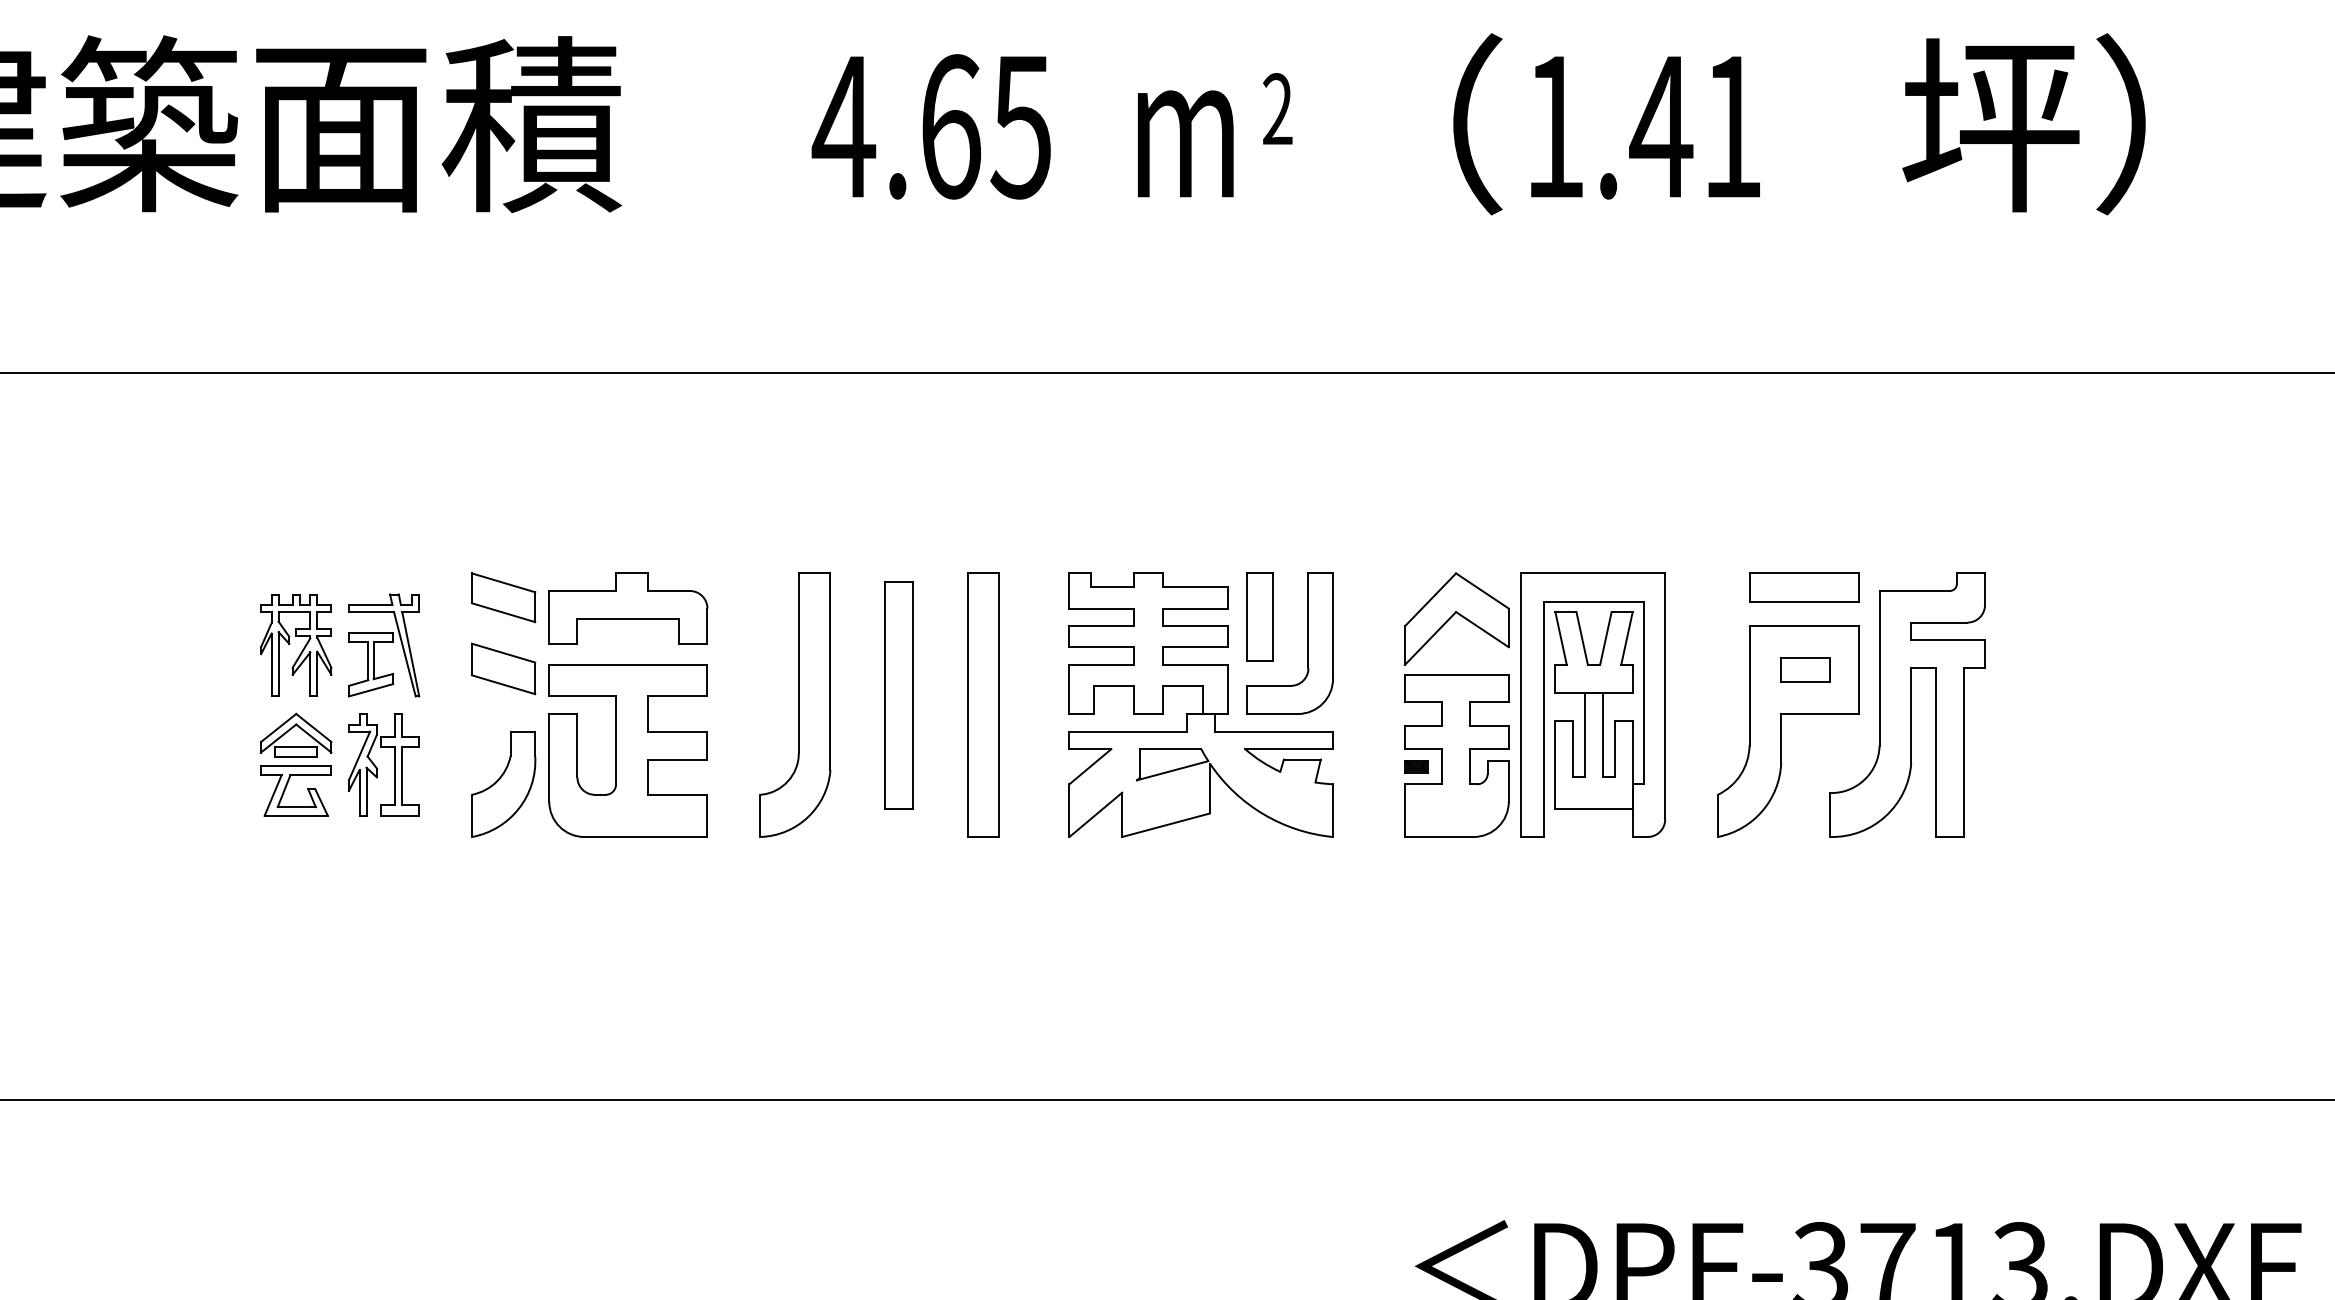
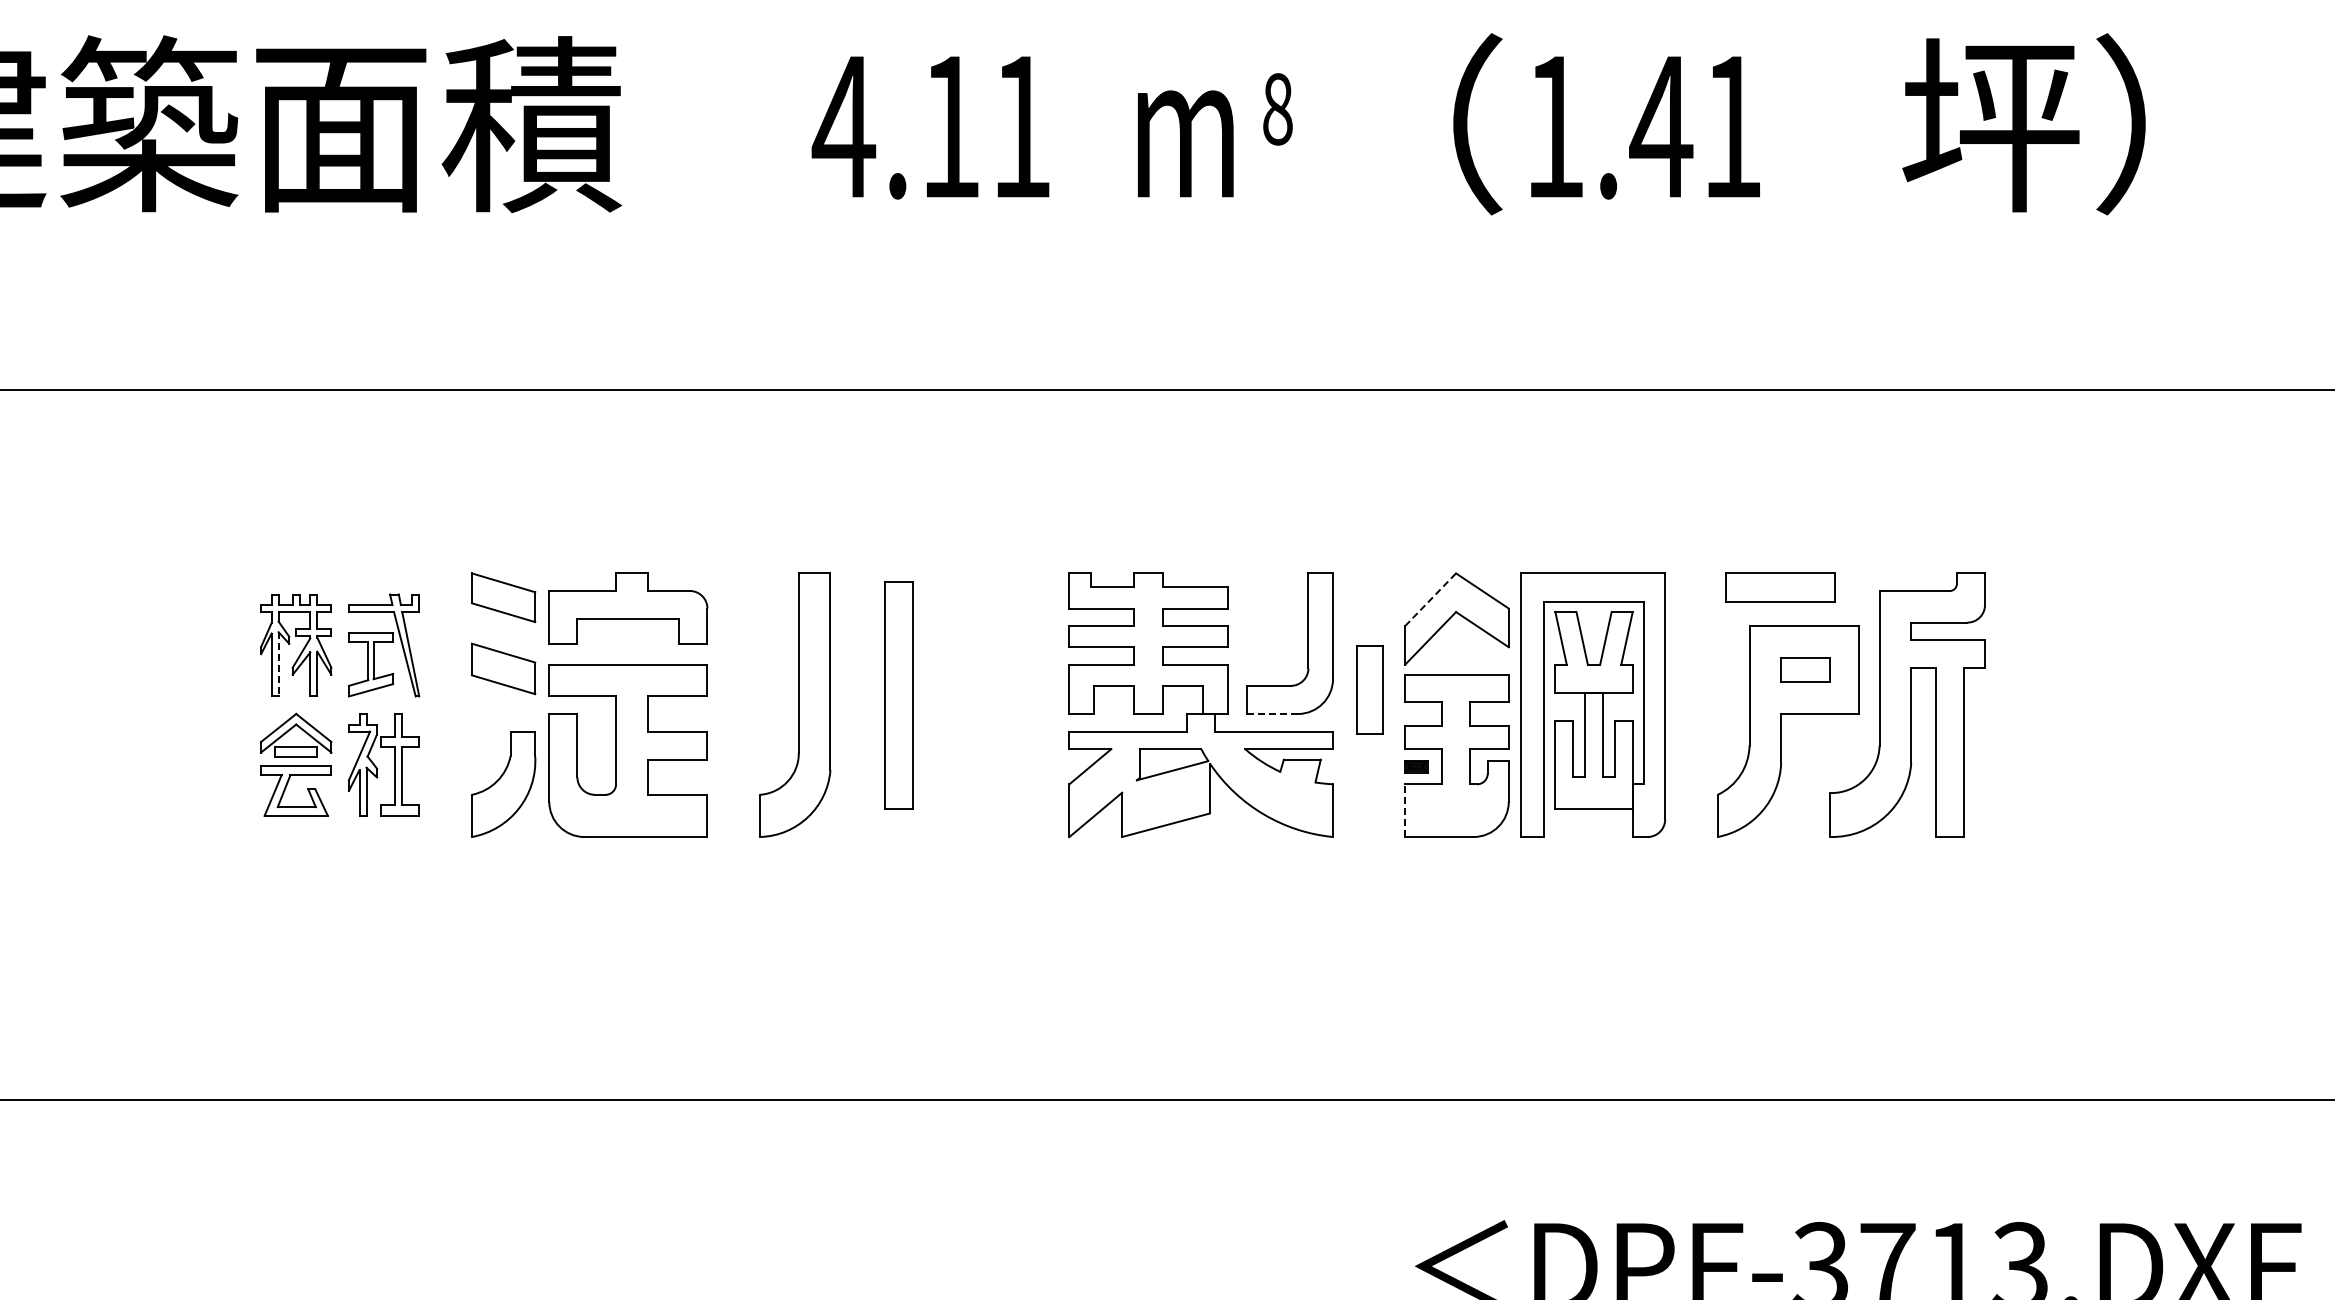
text at (1277, 109): 2 -> 8
text at (986, 126): 4.65 -> 4.11
line at (1166, 372) position: (1166, 372) -> (1166, 389)
part at (1804, 587) position: (1804, 587) -> (1780, 587)
line at (1430, 599): solid -> dashed
part at (1259, 616) position: (1259, 616) -> (1369, 689)
line at (278, 664): solid -> dashed
part at (983, 704): present -> none
line at (1271, 714): solid -> dashed
line at (1405, 810): solid -> dashed
